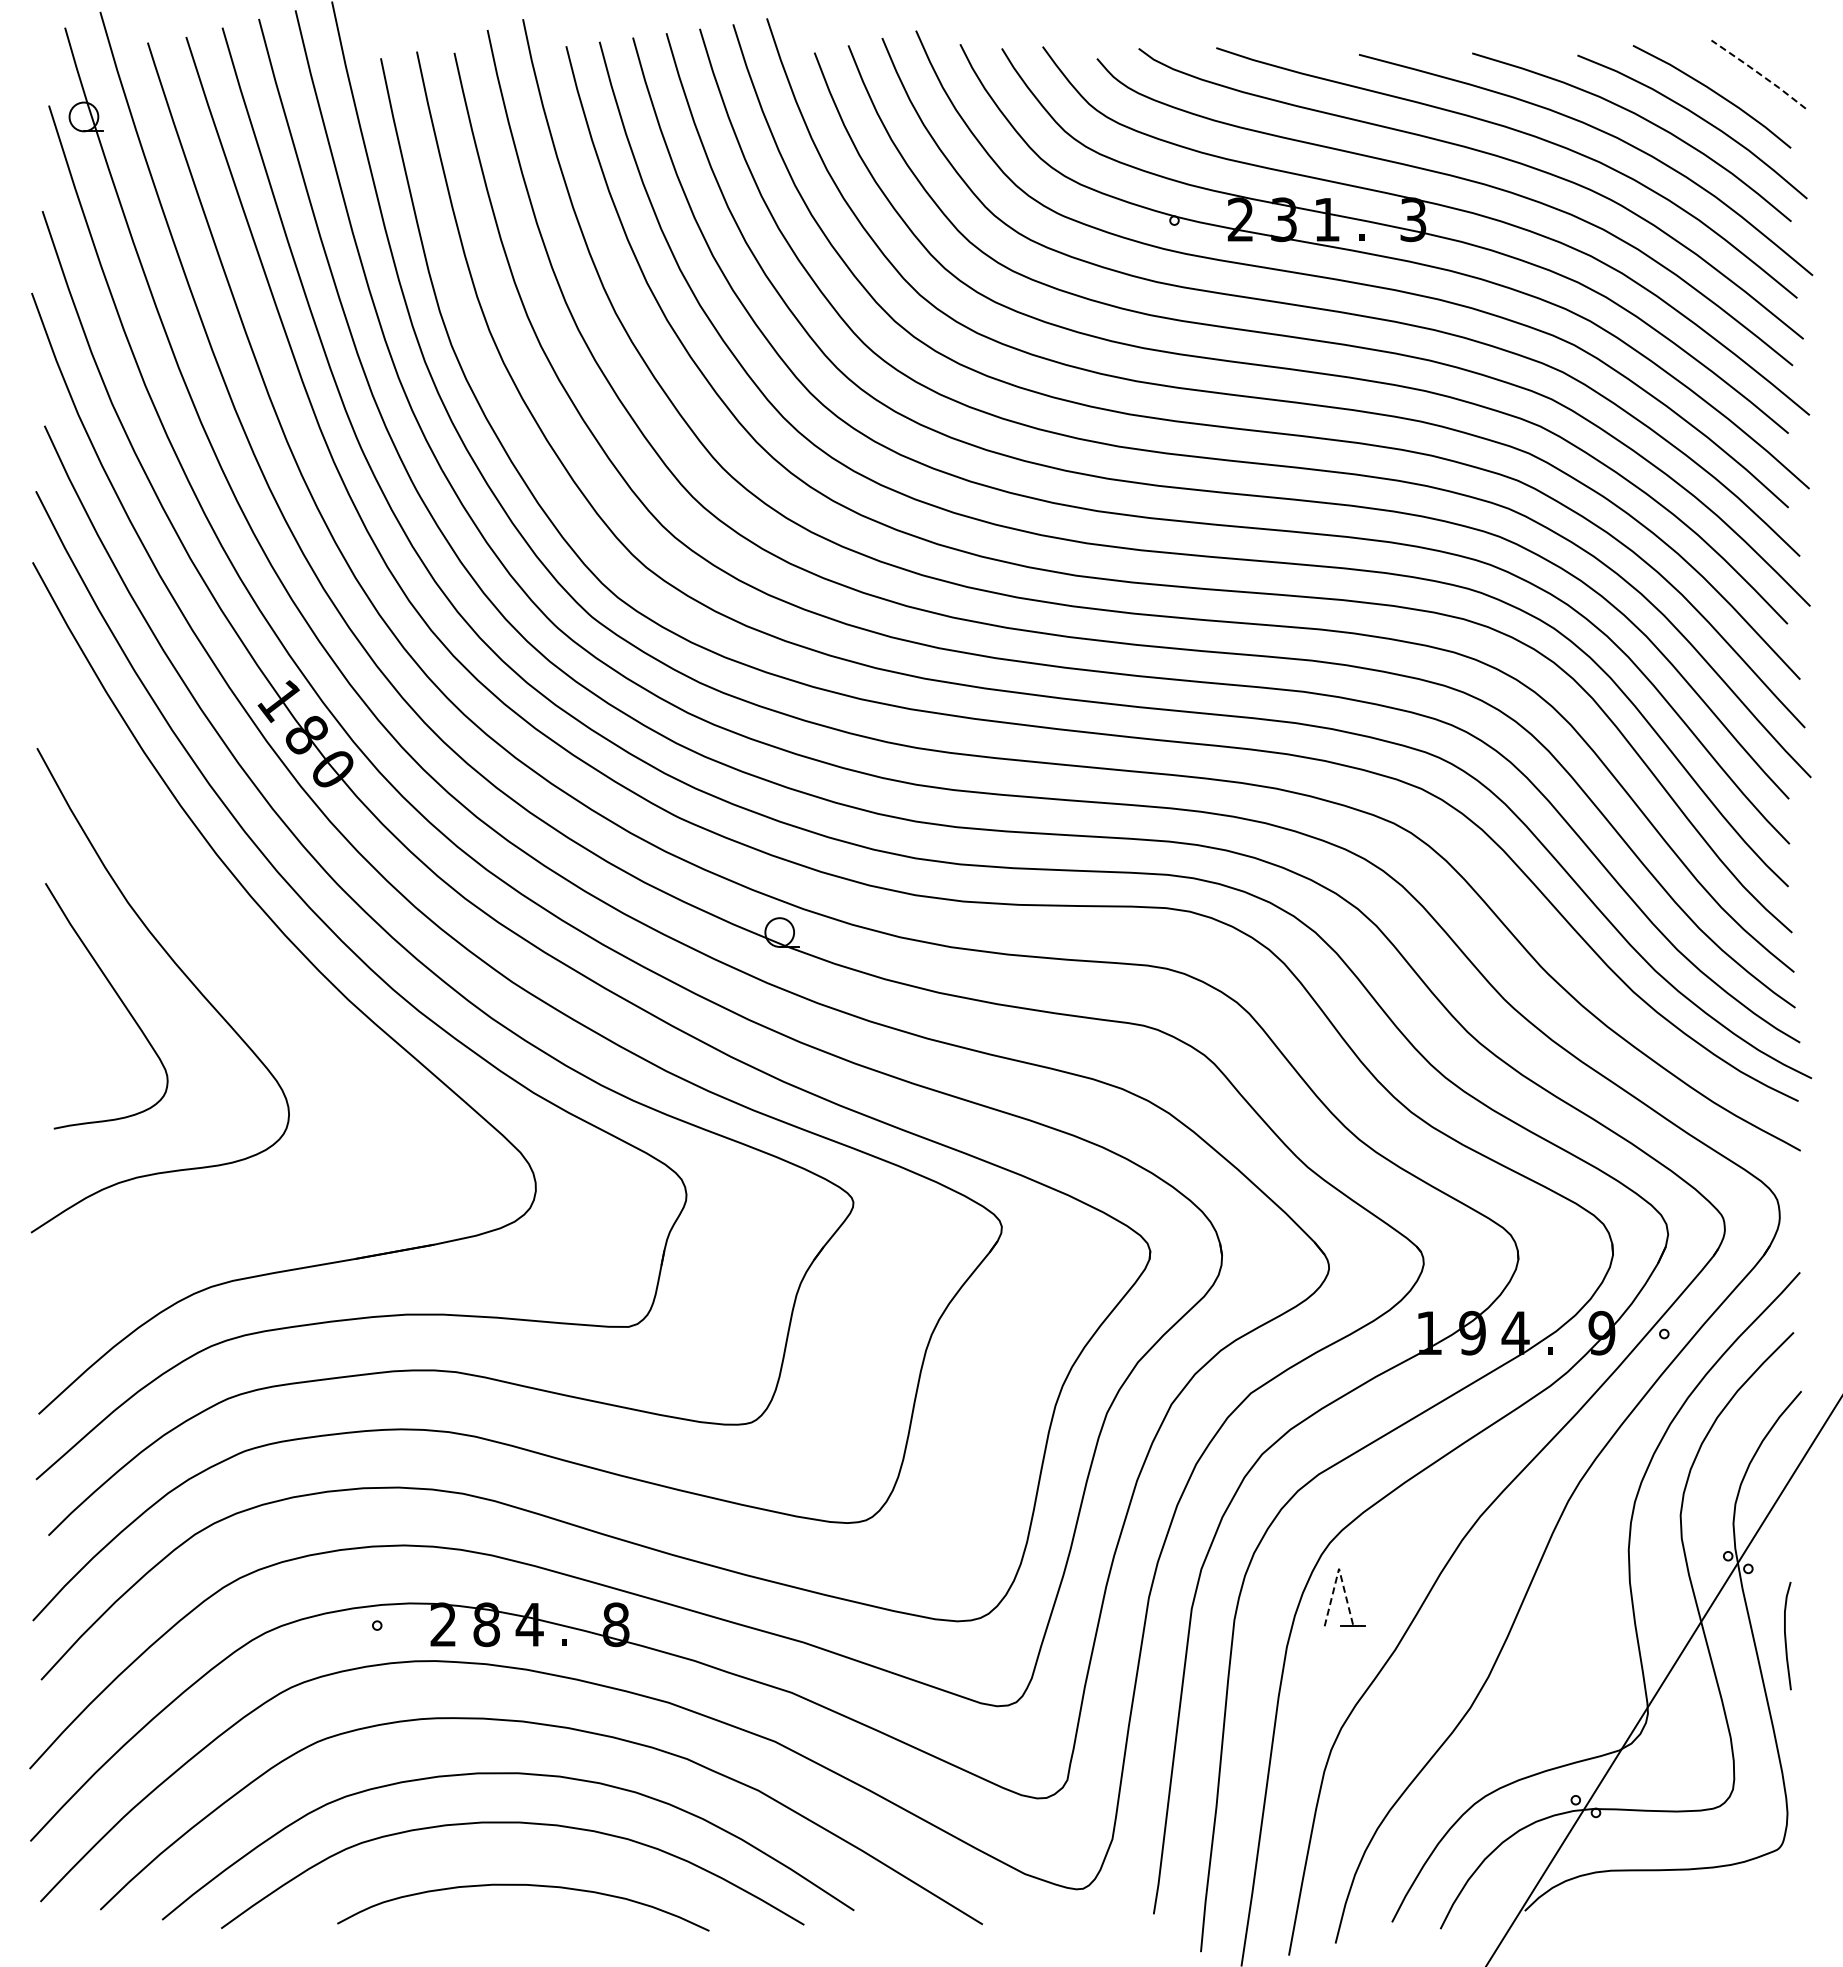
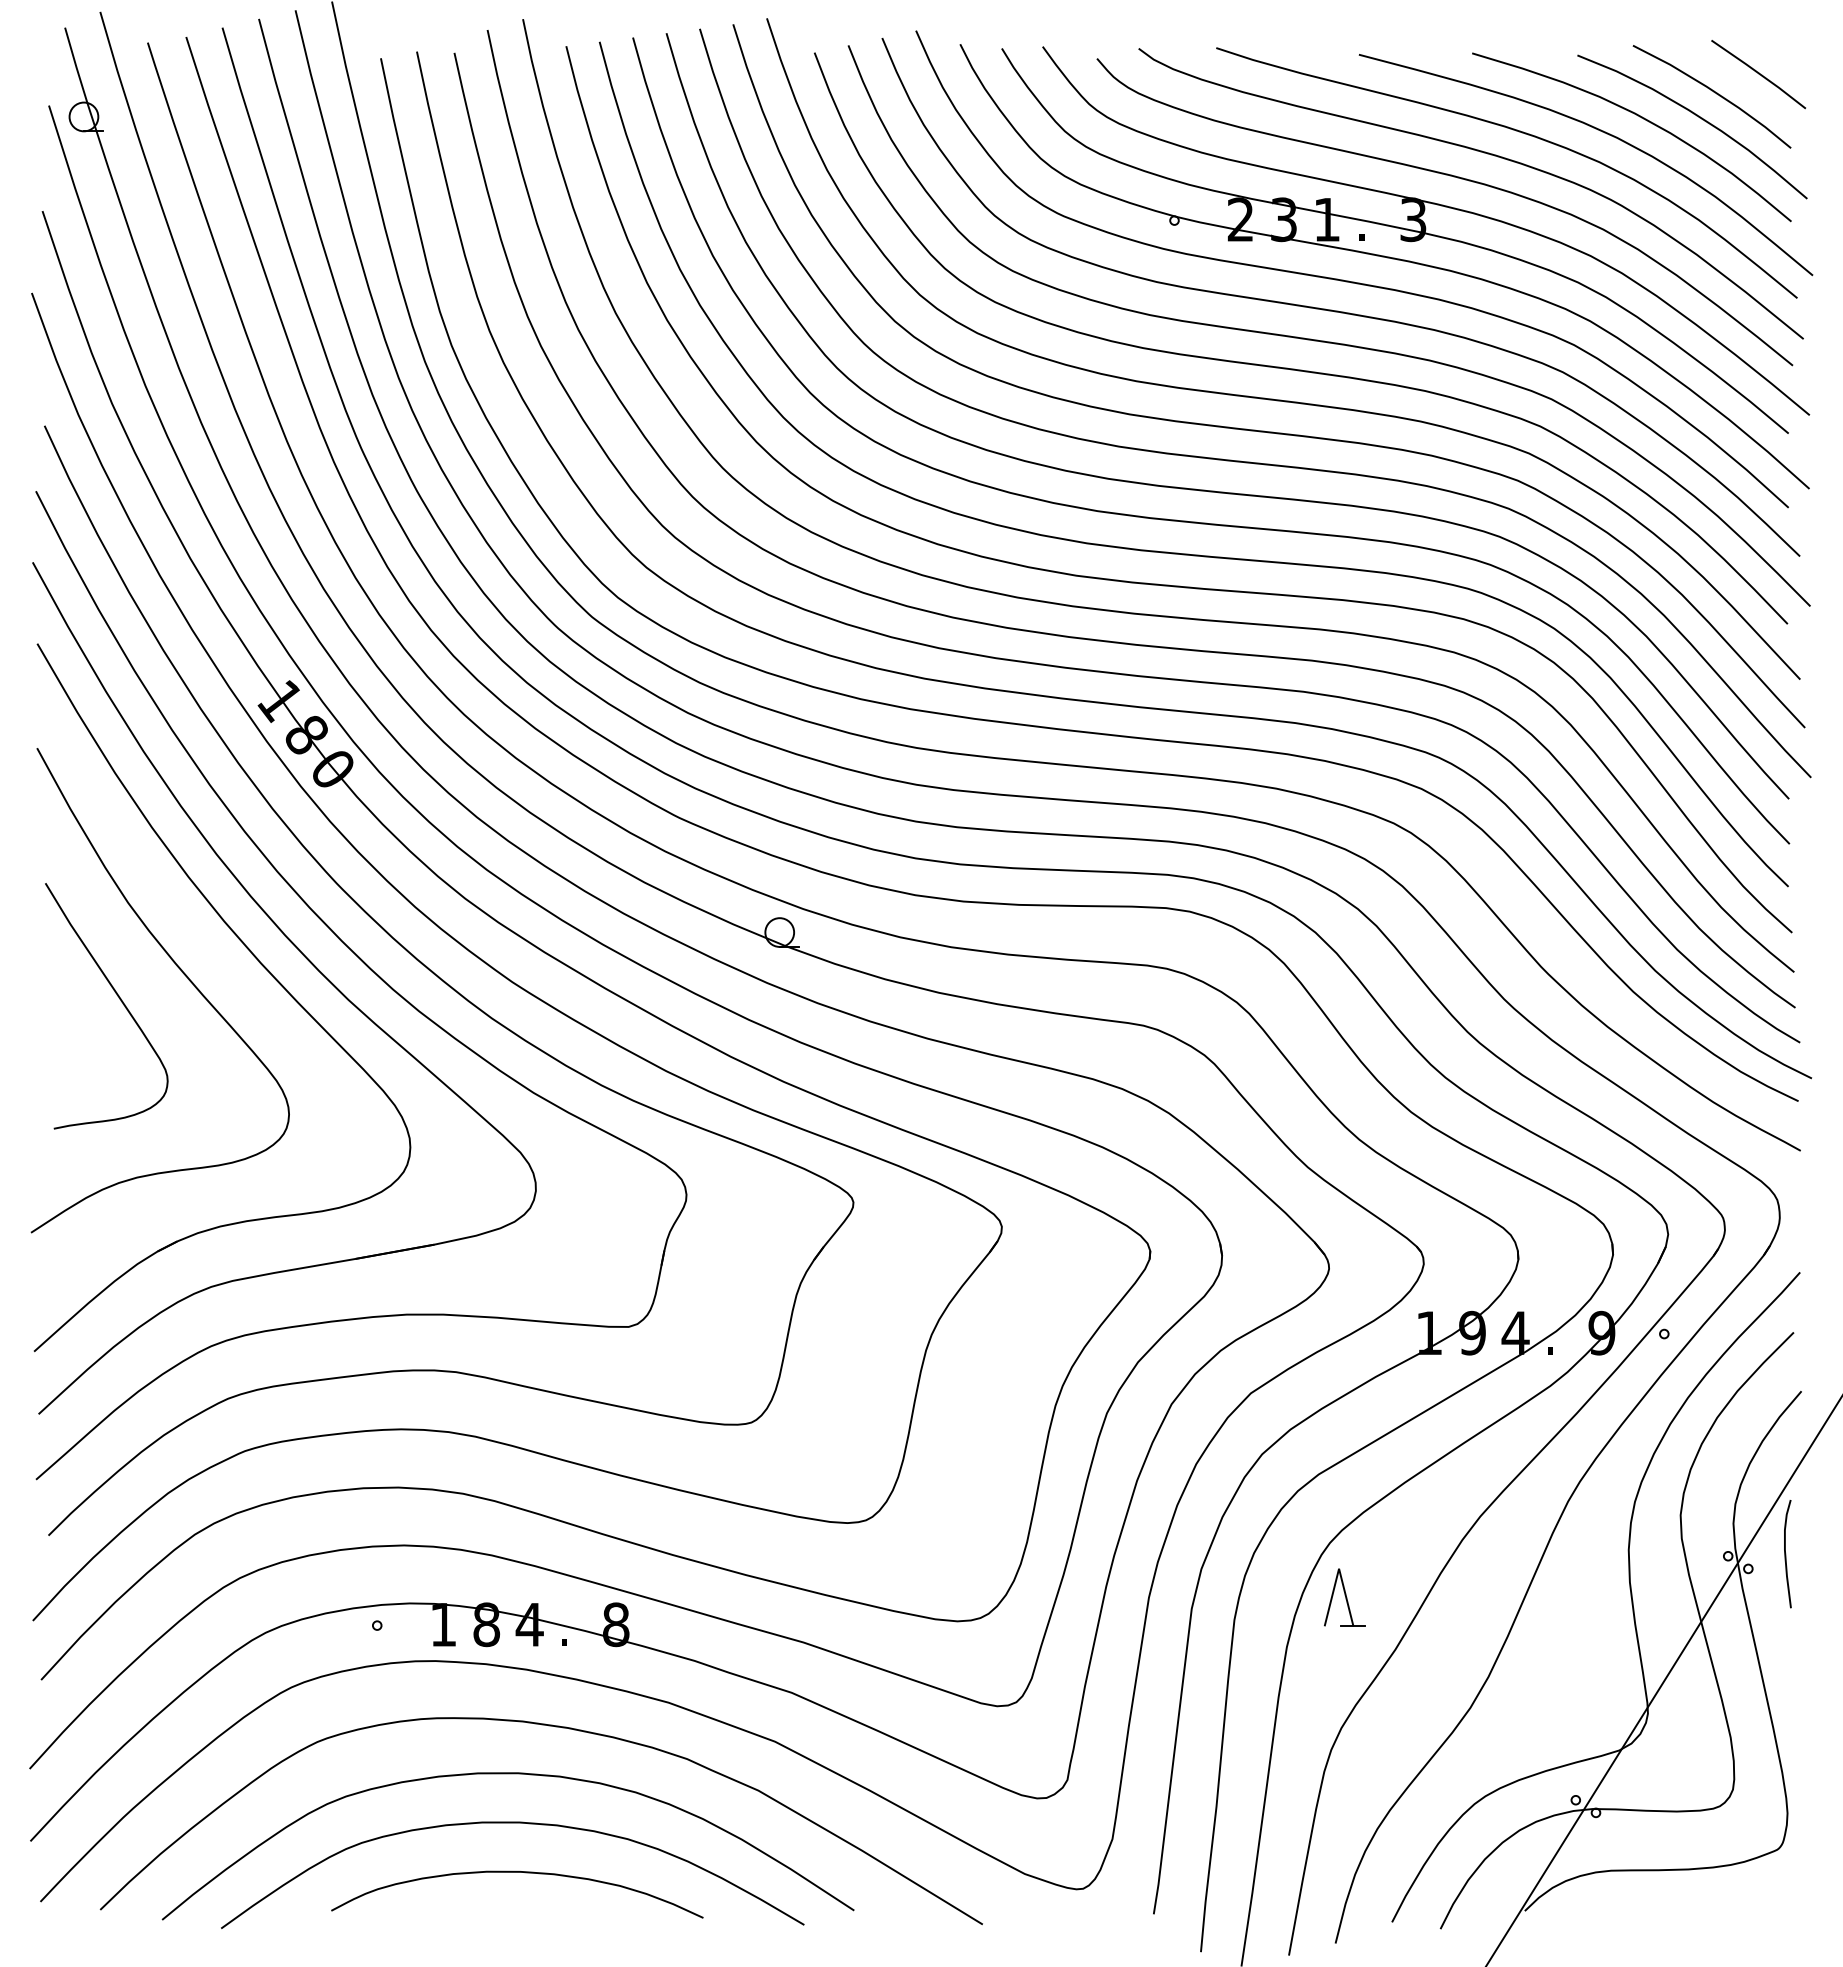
line at (1758, 73): dashed -> solid
part at (259, 963): none -> present
line at (1339, 1568): dashed -> solid
text at (442, 1624): 2 -> 1
curve at (1786, 1636) position: (1786, 1636) -> (1786, 1554)
curve at (523, 1885) position: (523, 1885) -> (517, 1872)
